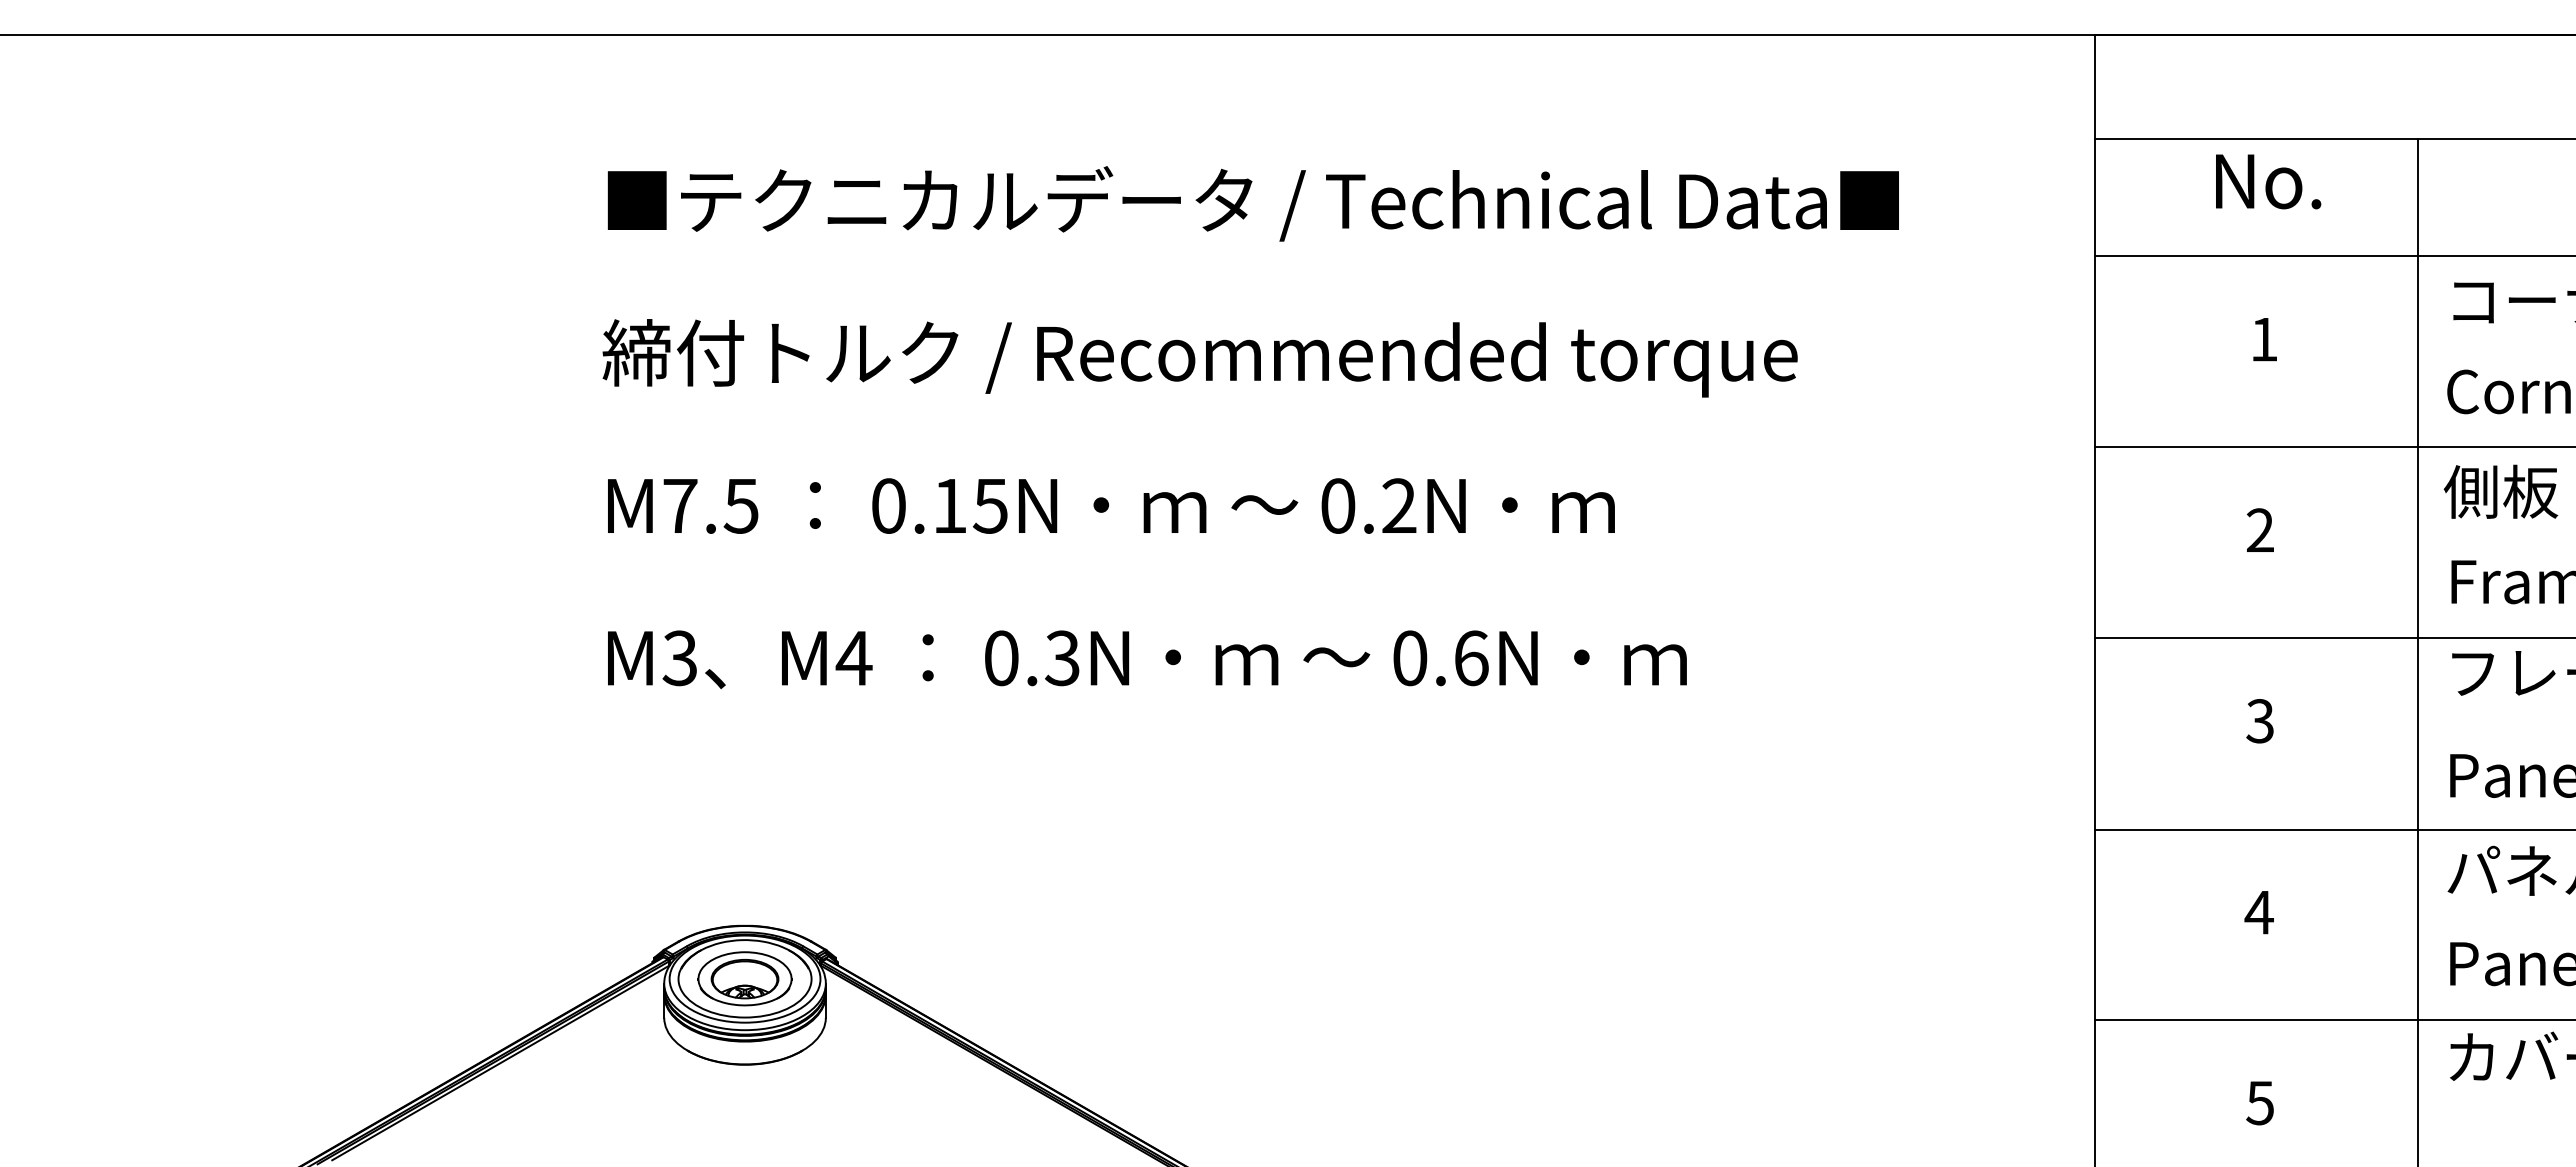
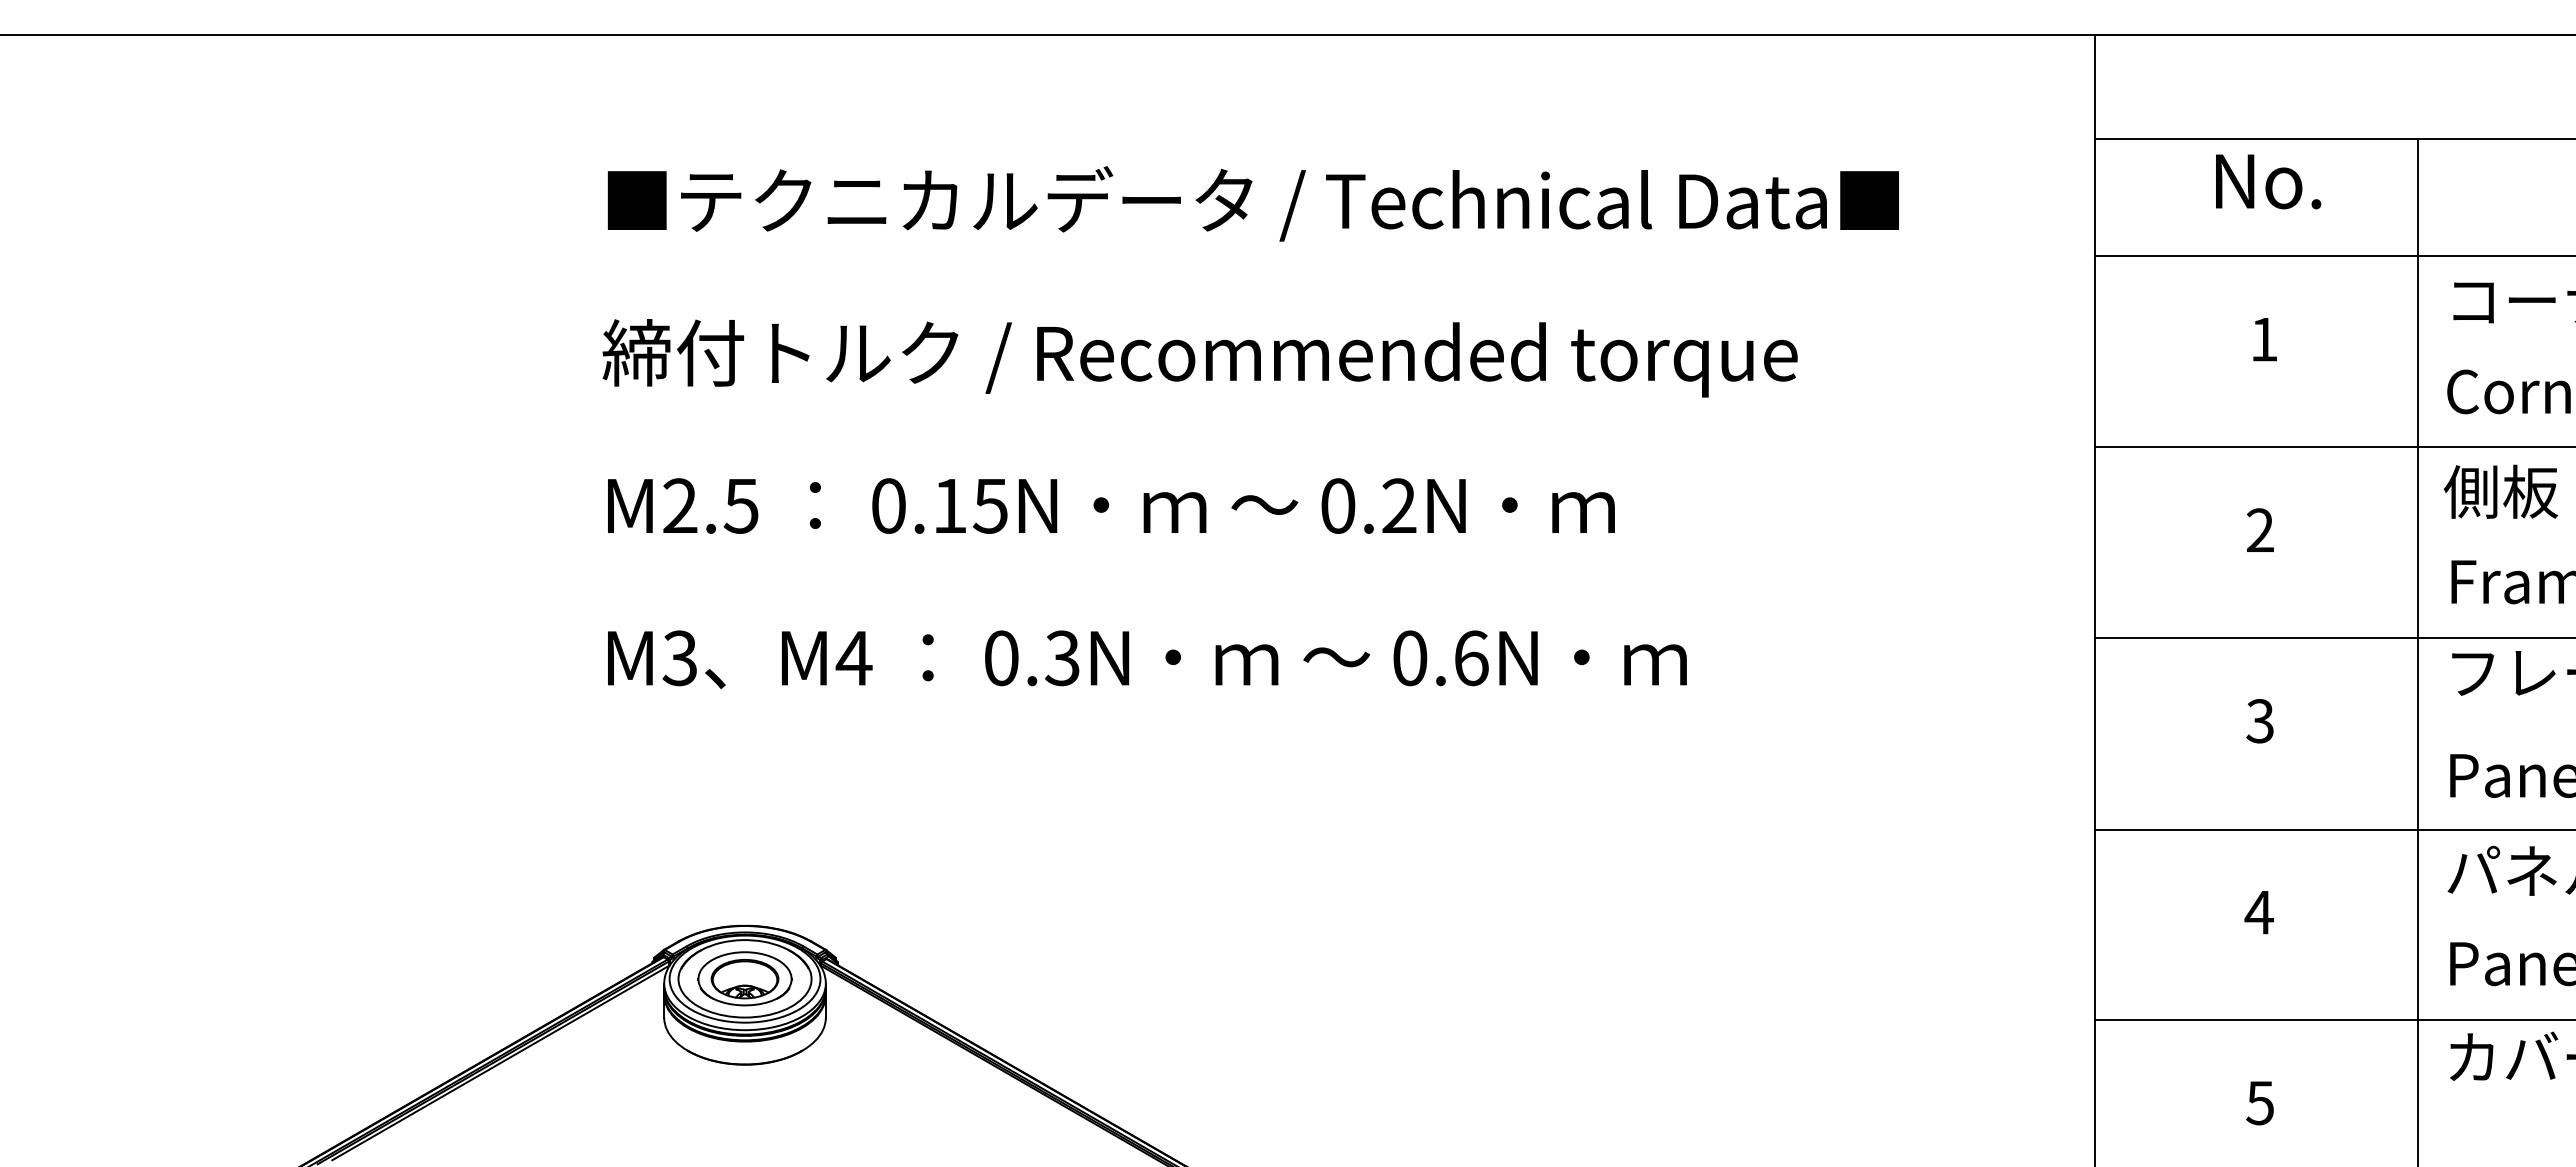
text at (680, 505): M7.5 -> M2.5
